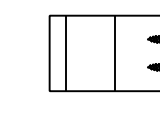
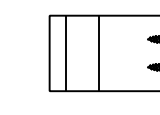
line at (115, 53) position: (115, 53) -> (99, 53)
